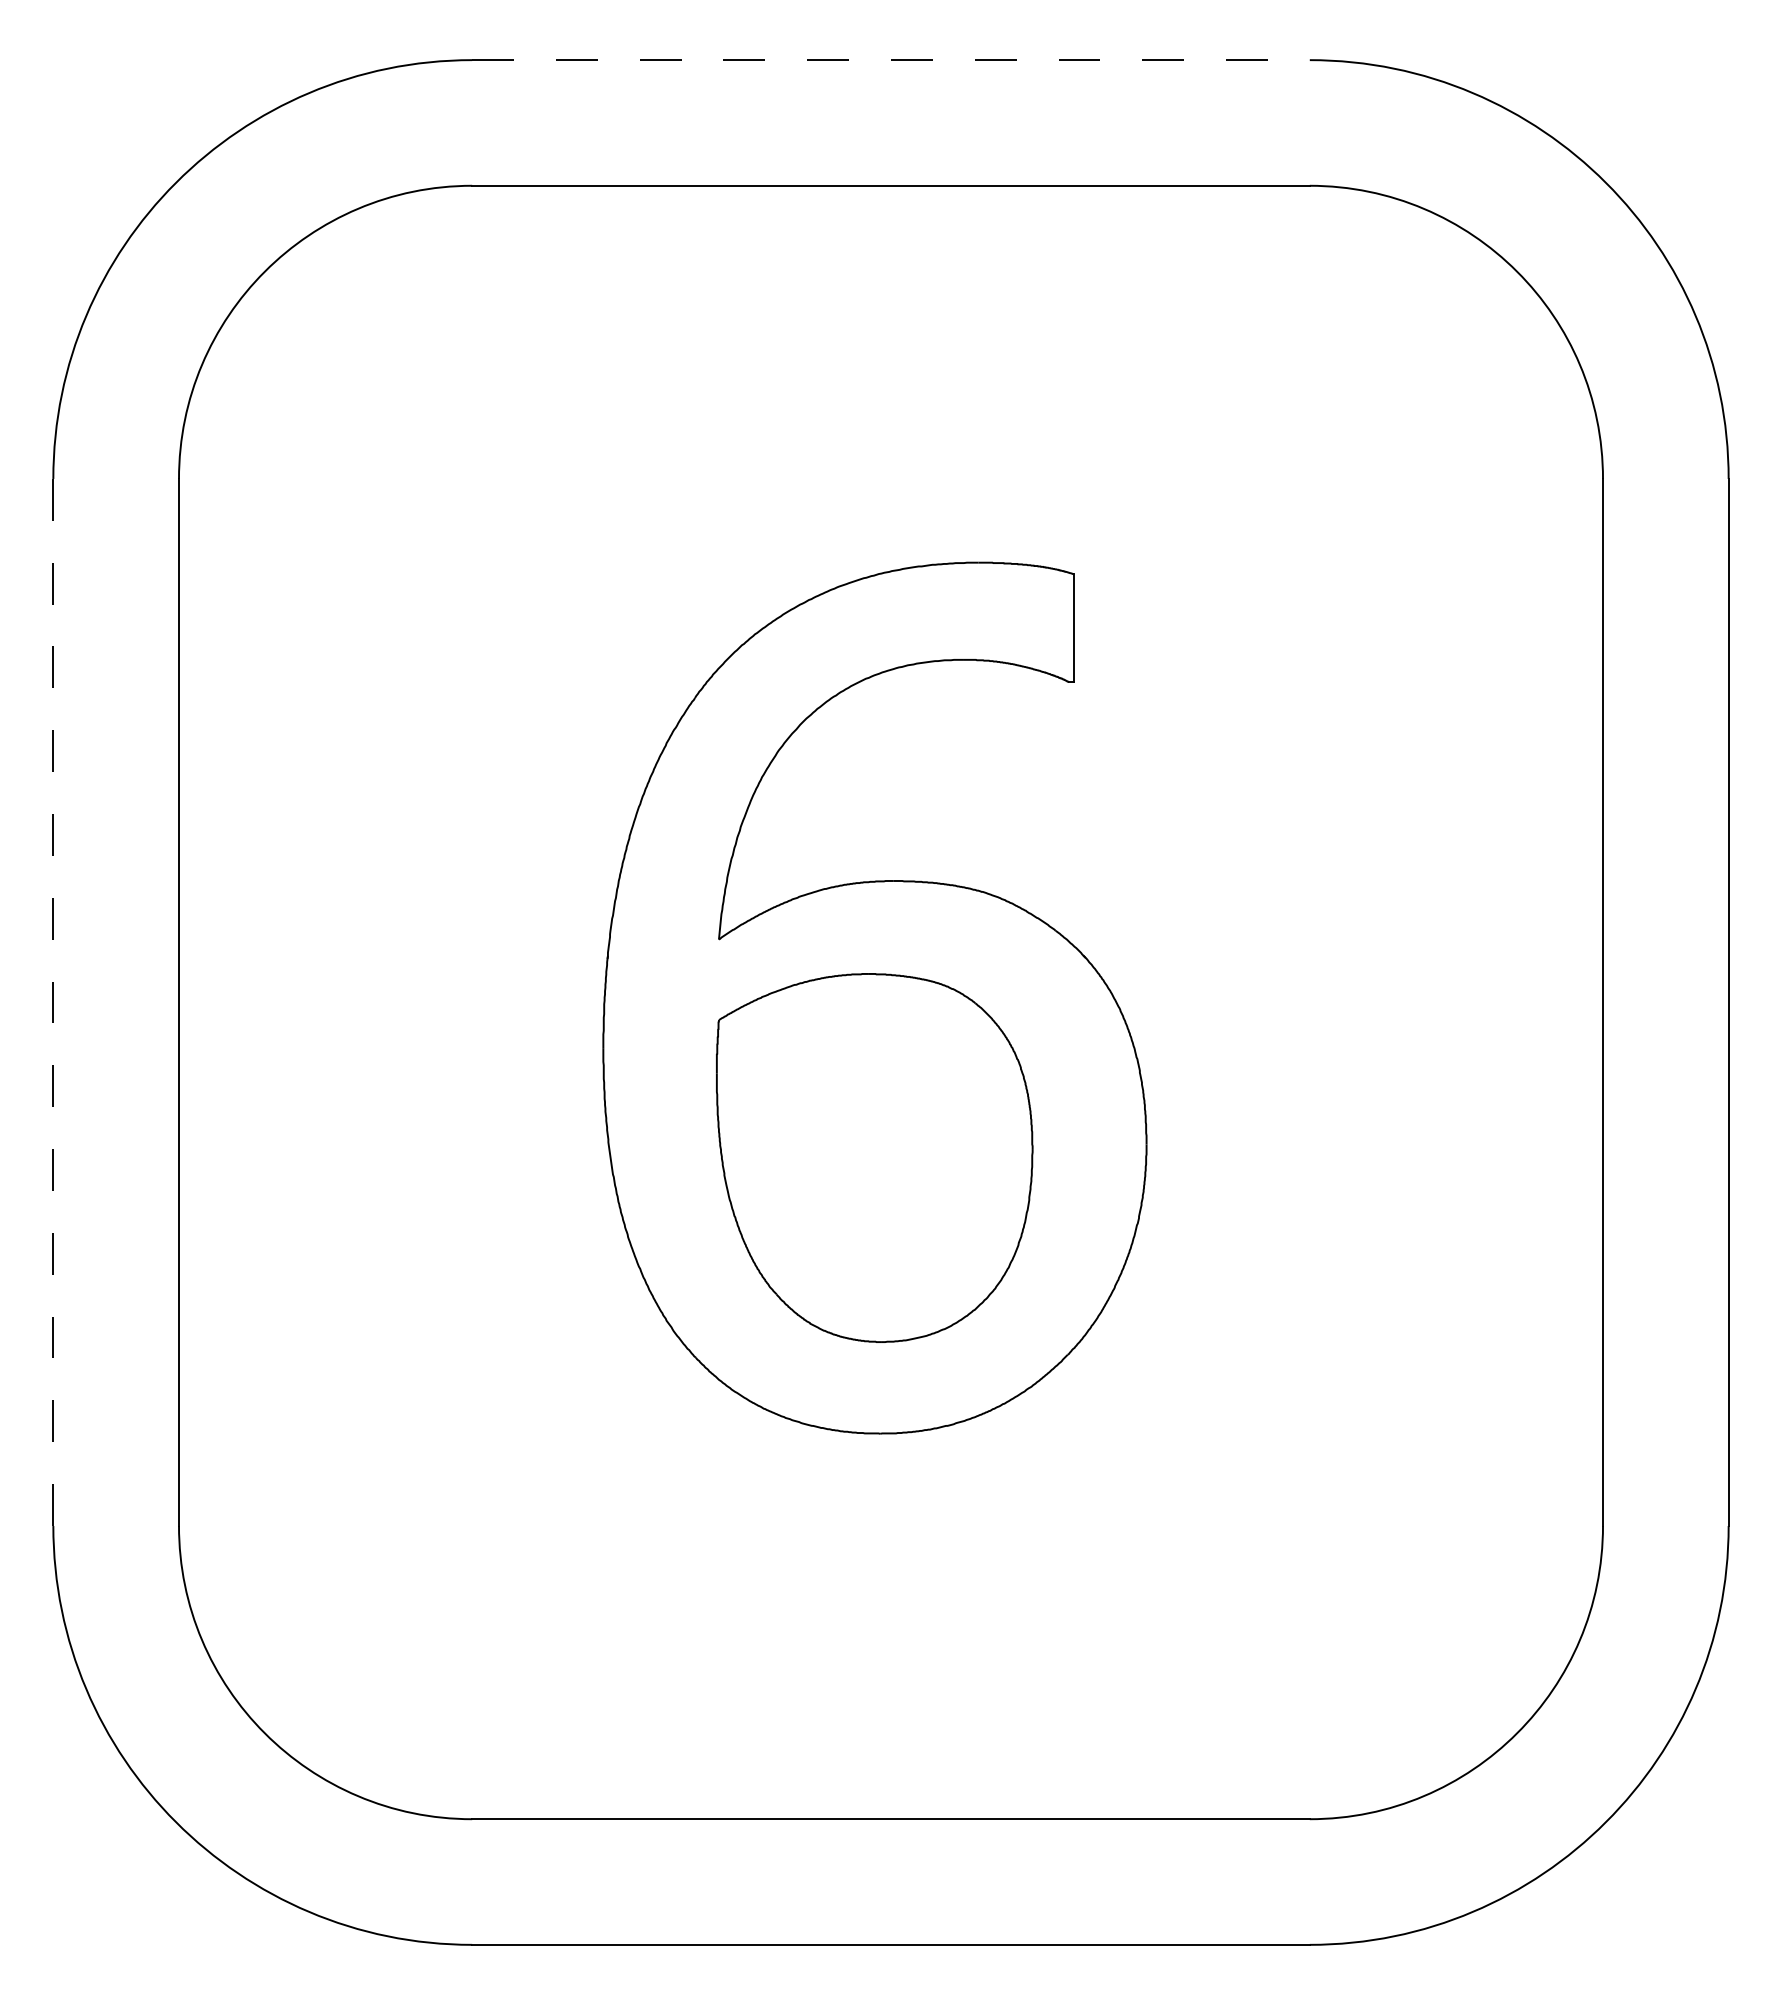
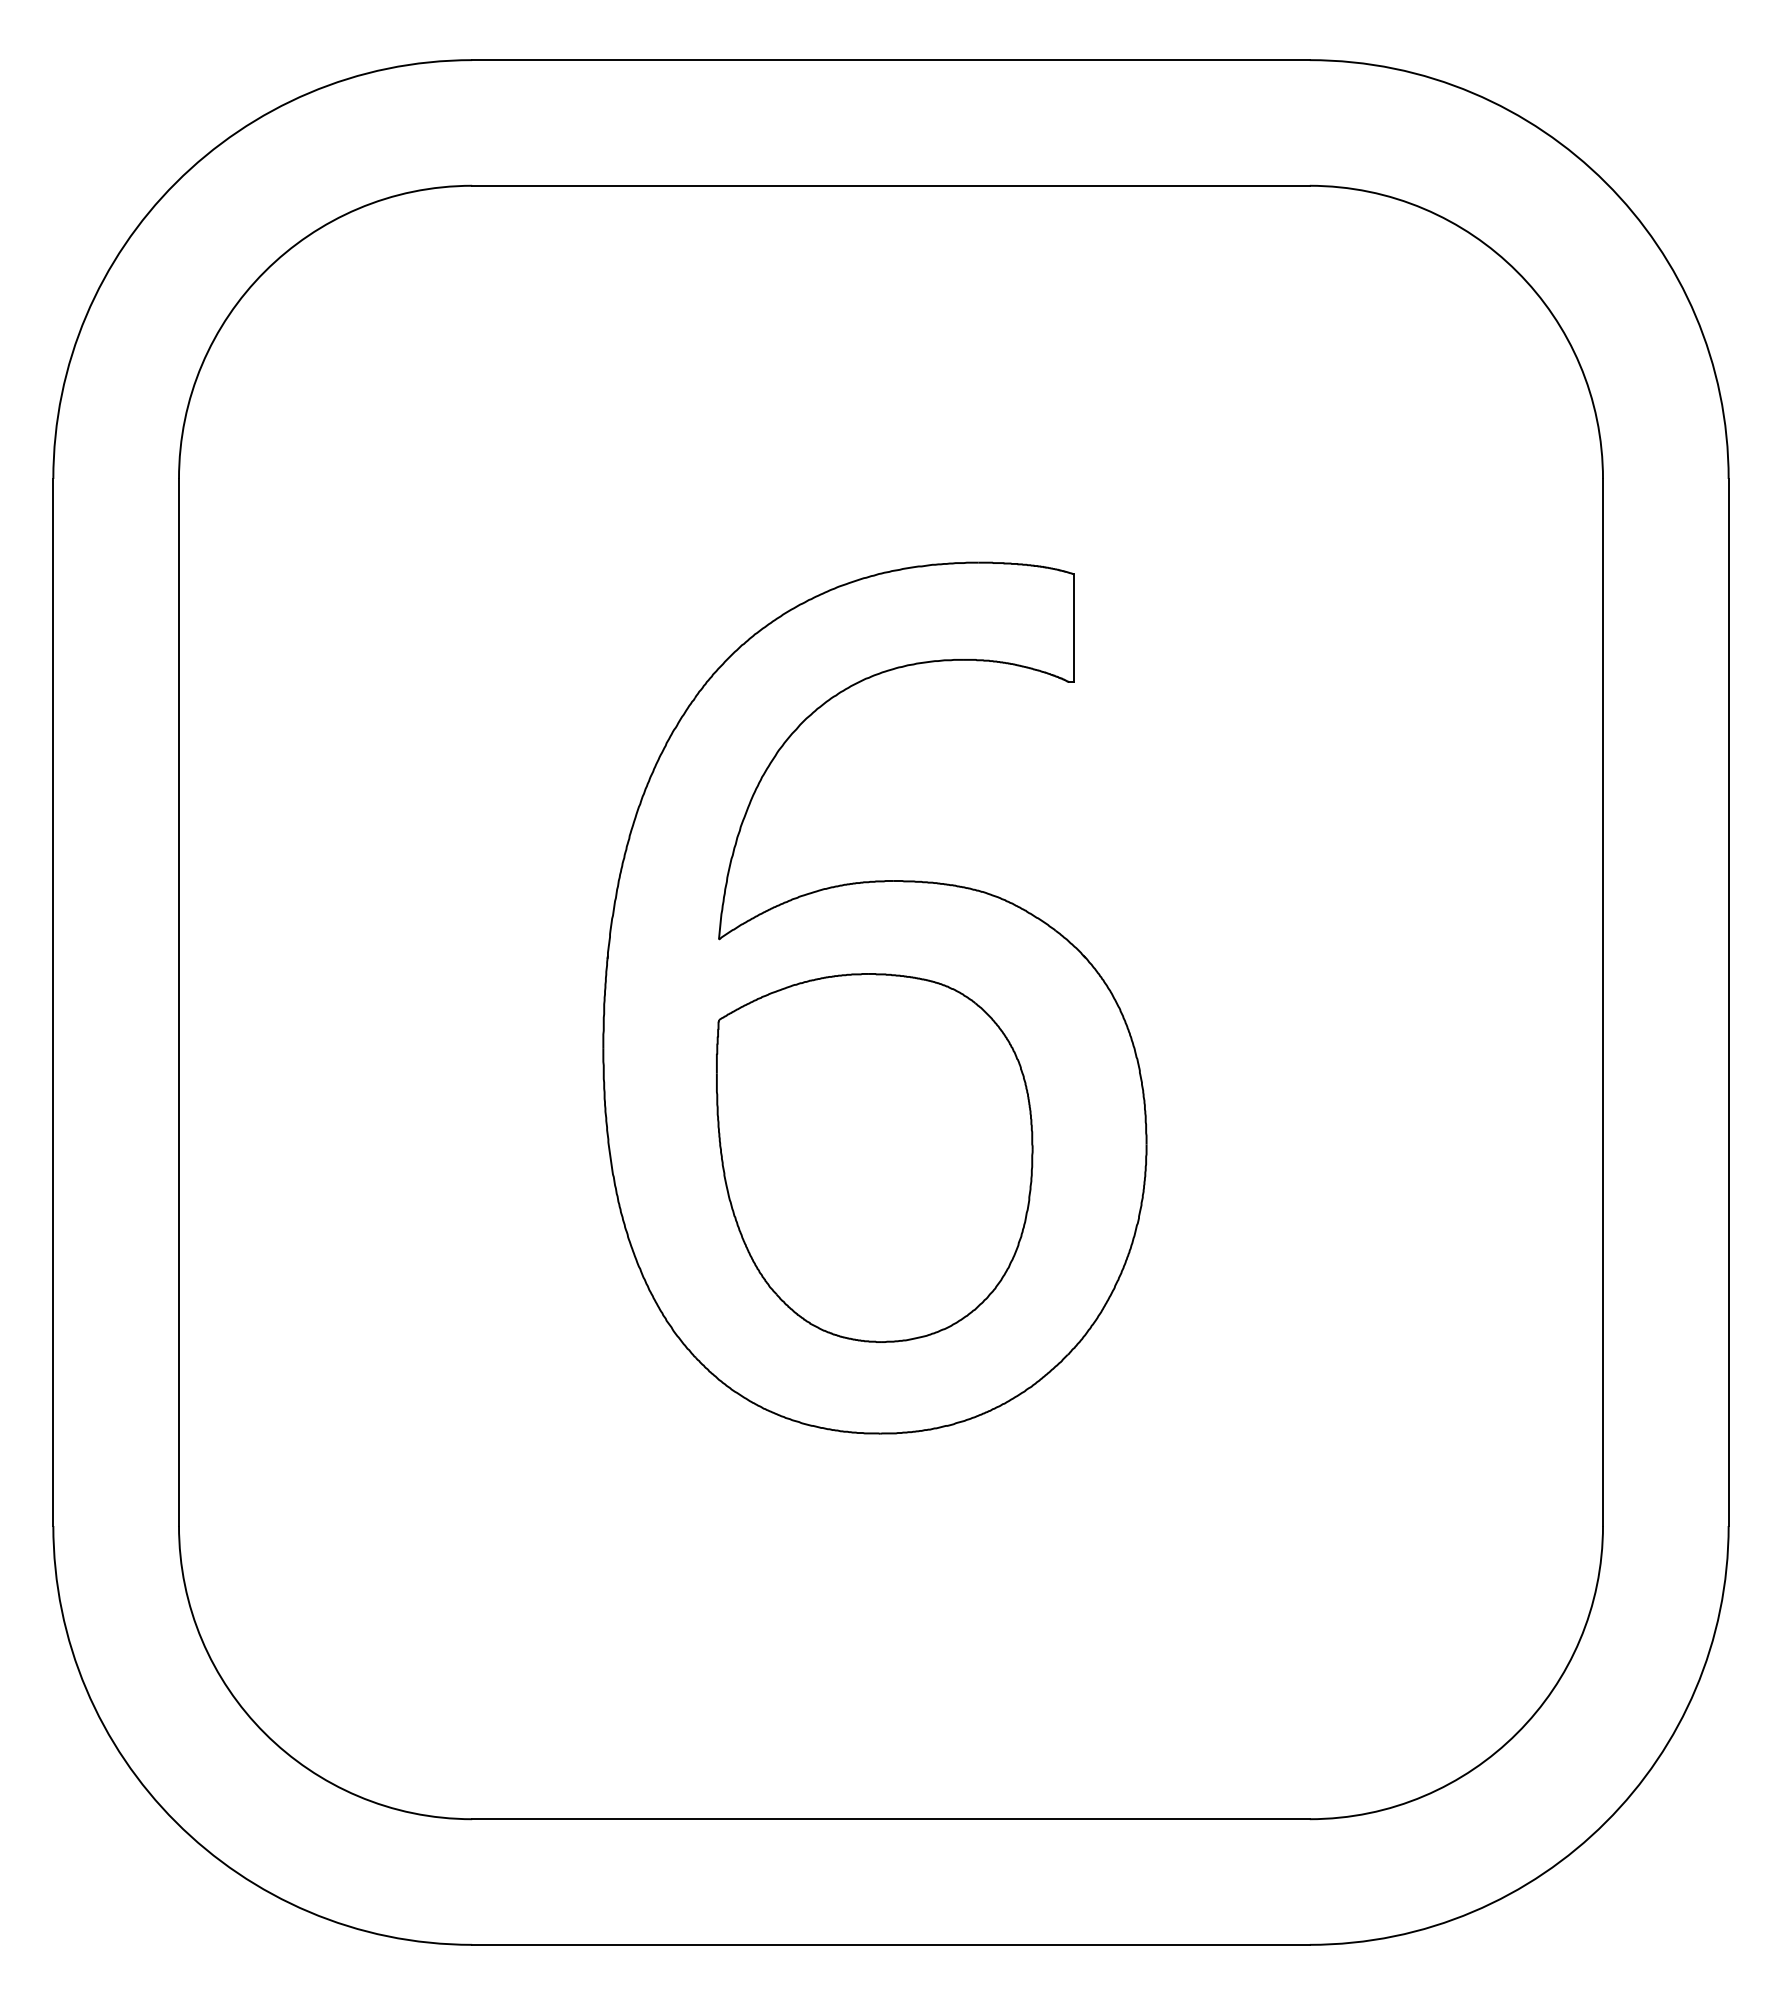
line at (891, 60): dashed -> solid
line at (53, 1002): dashed -> solid
